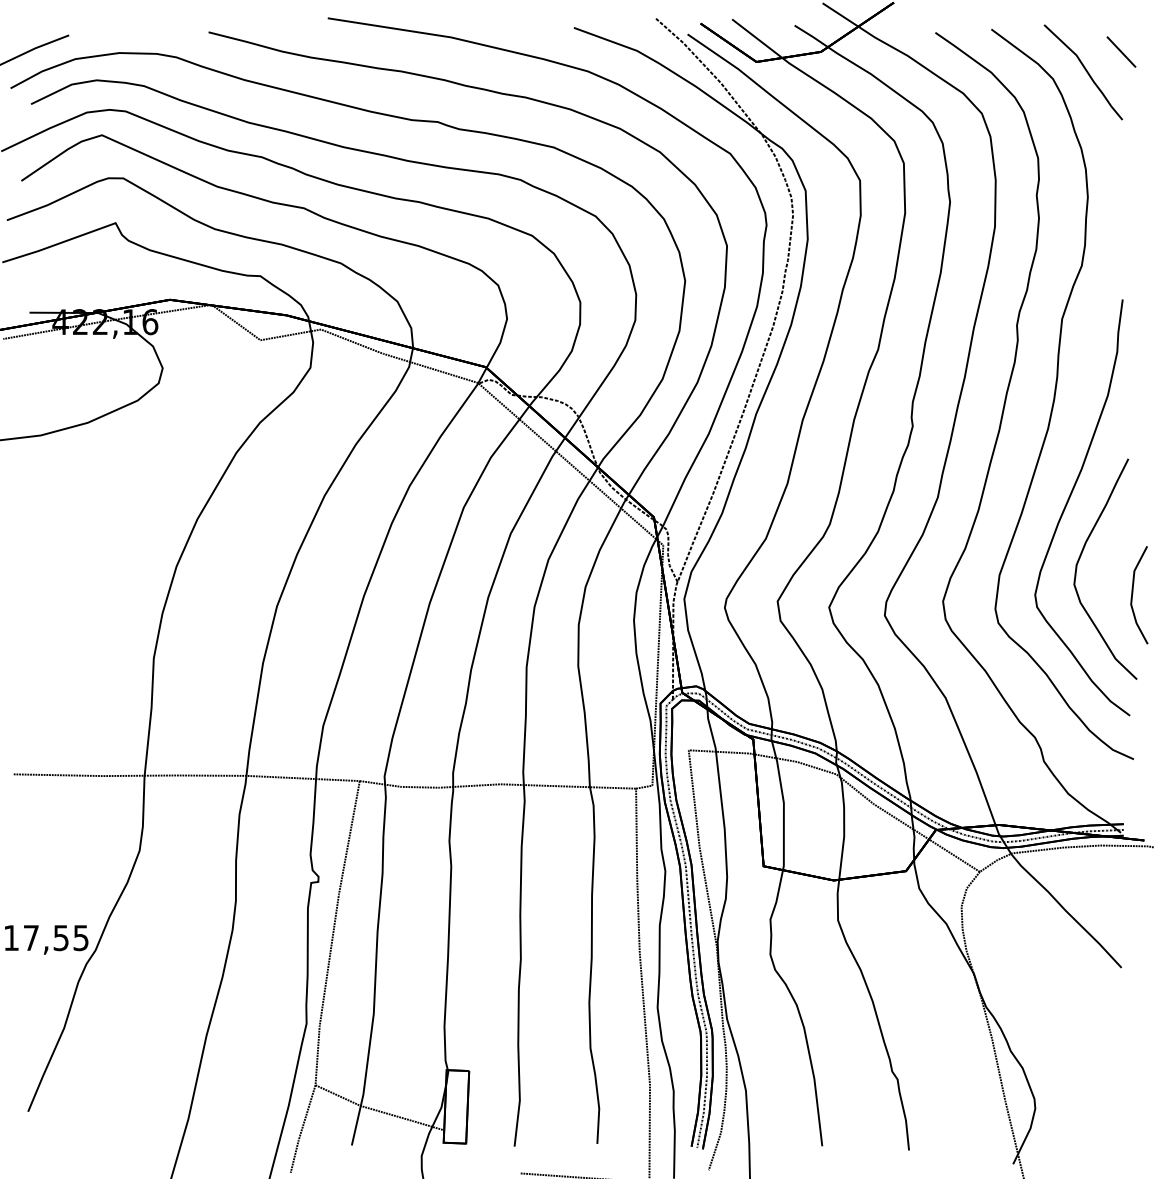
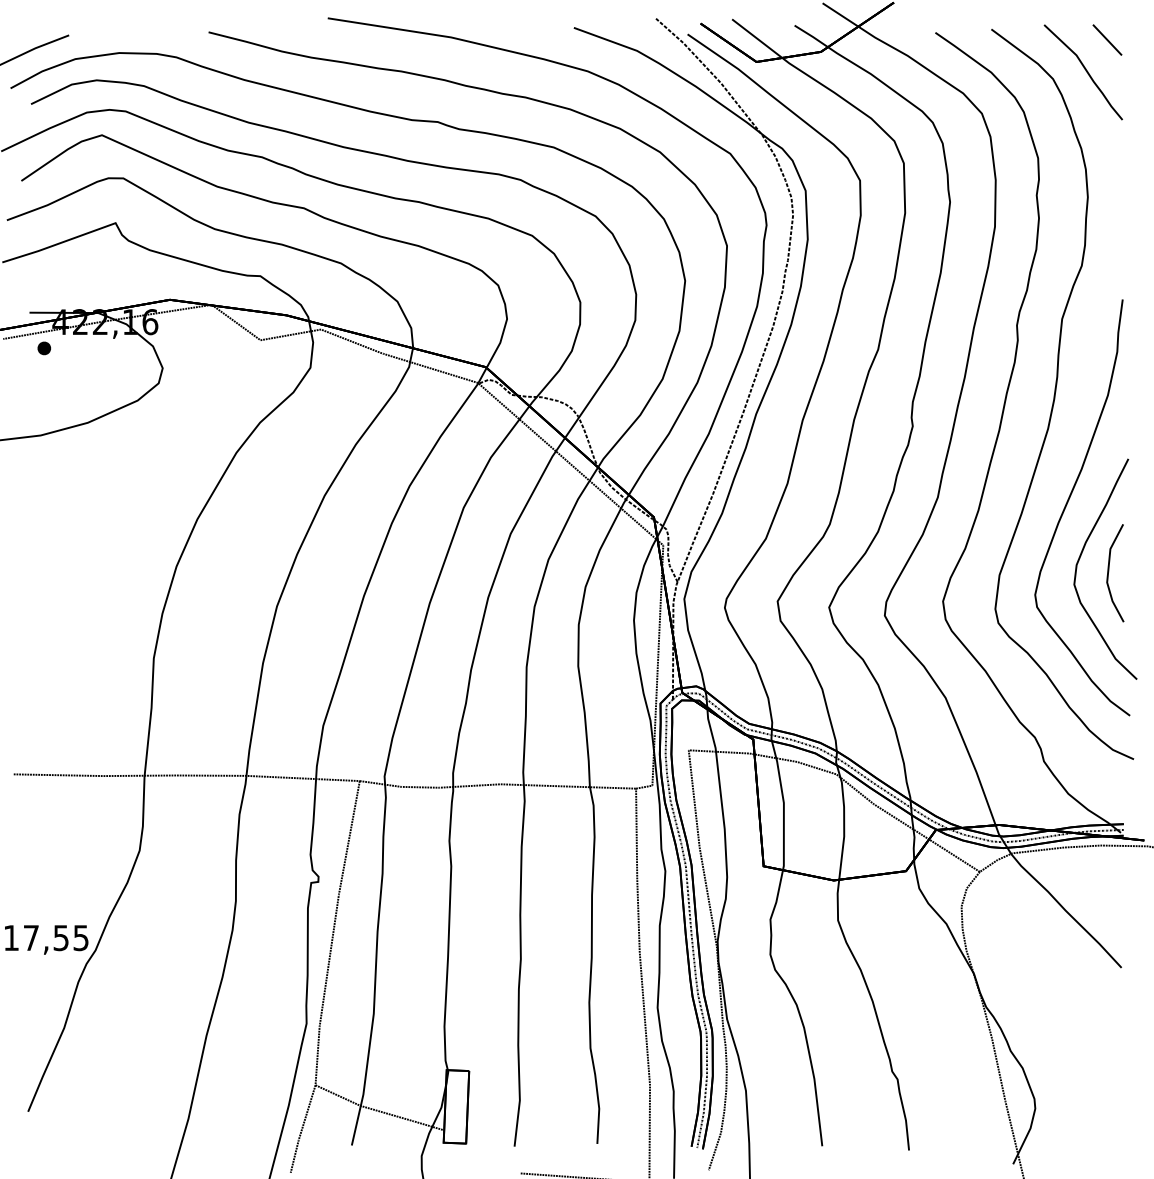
line at (1121, 51) position: (1121, 51) -> (1107, 39)
part at (43, 348): none -> present
line at (1133, 593) position: (1133, 593) -> (1109, 571)
